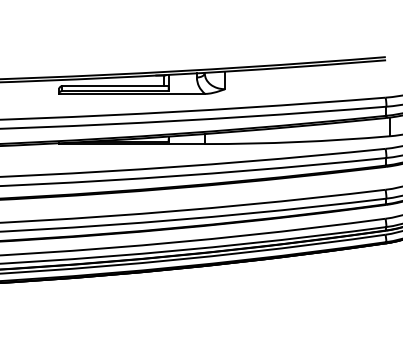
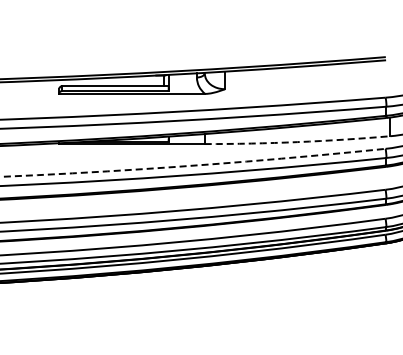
arc at (297, 142): solid -> dashed
arc at (192, 165): solid -> dashed
